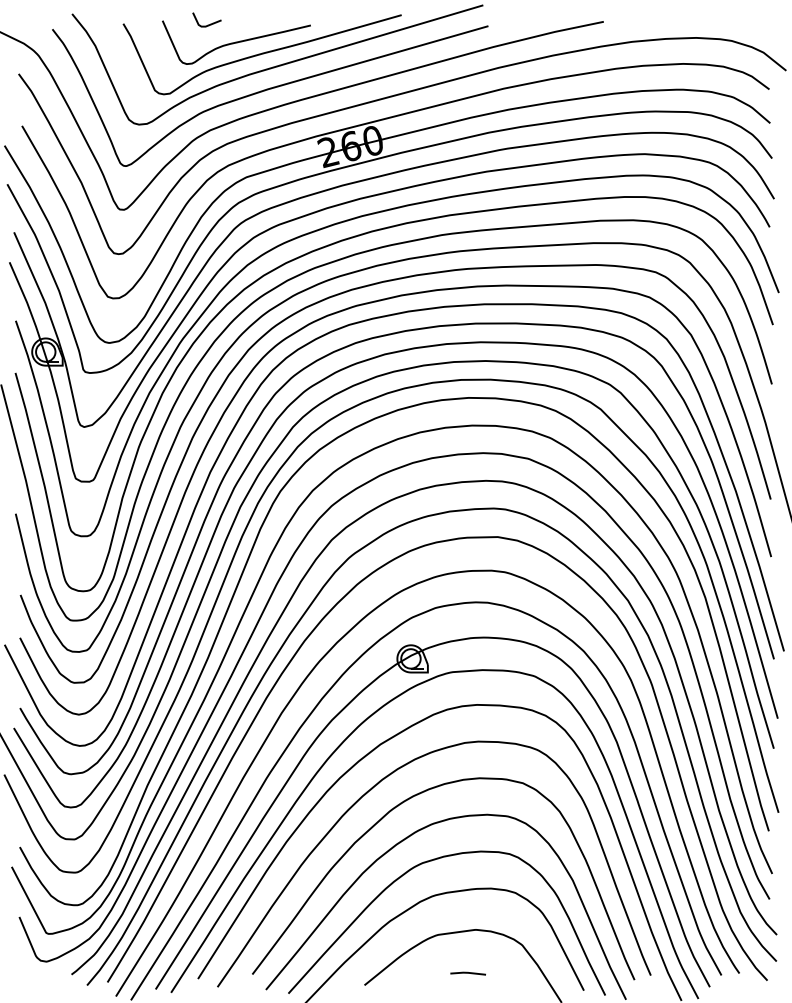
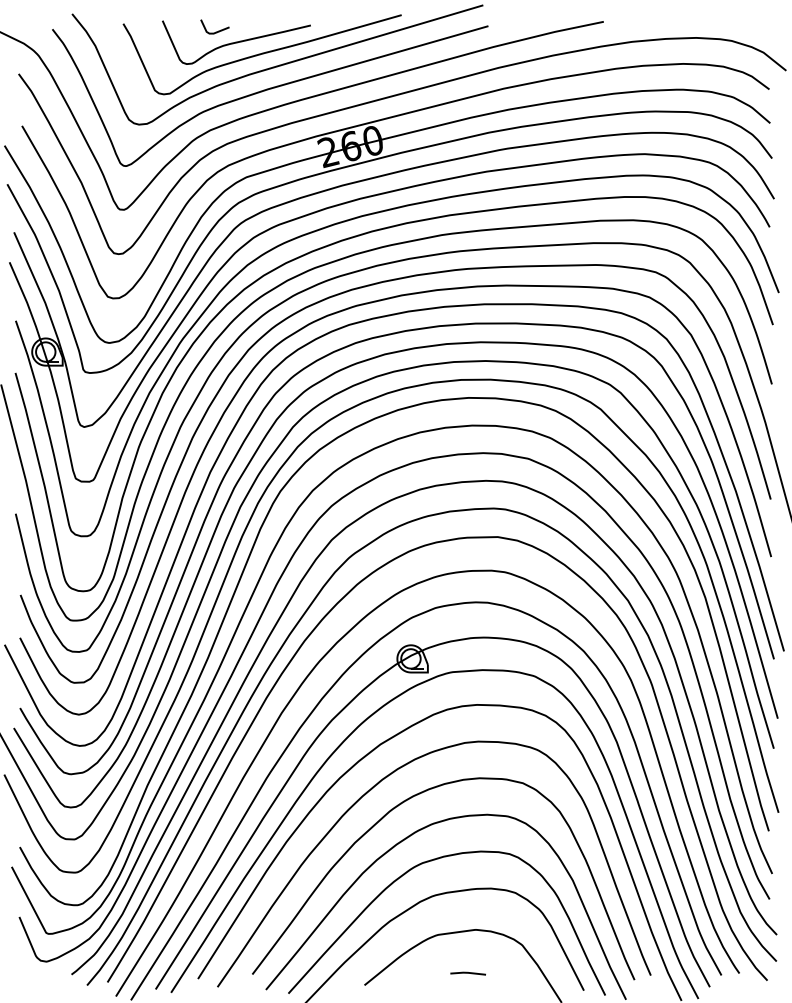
line at (207, 24) position: (207, 24) -> (215, 31)
